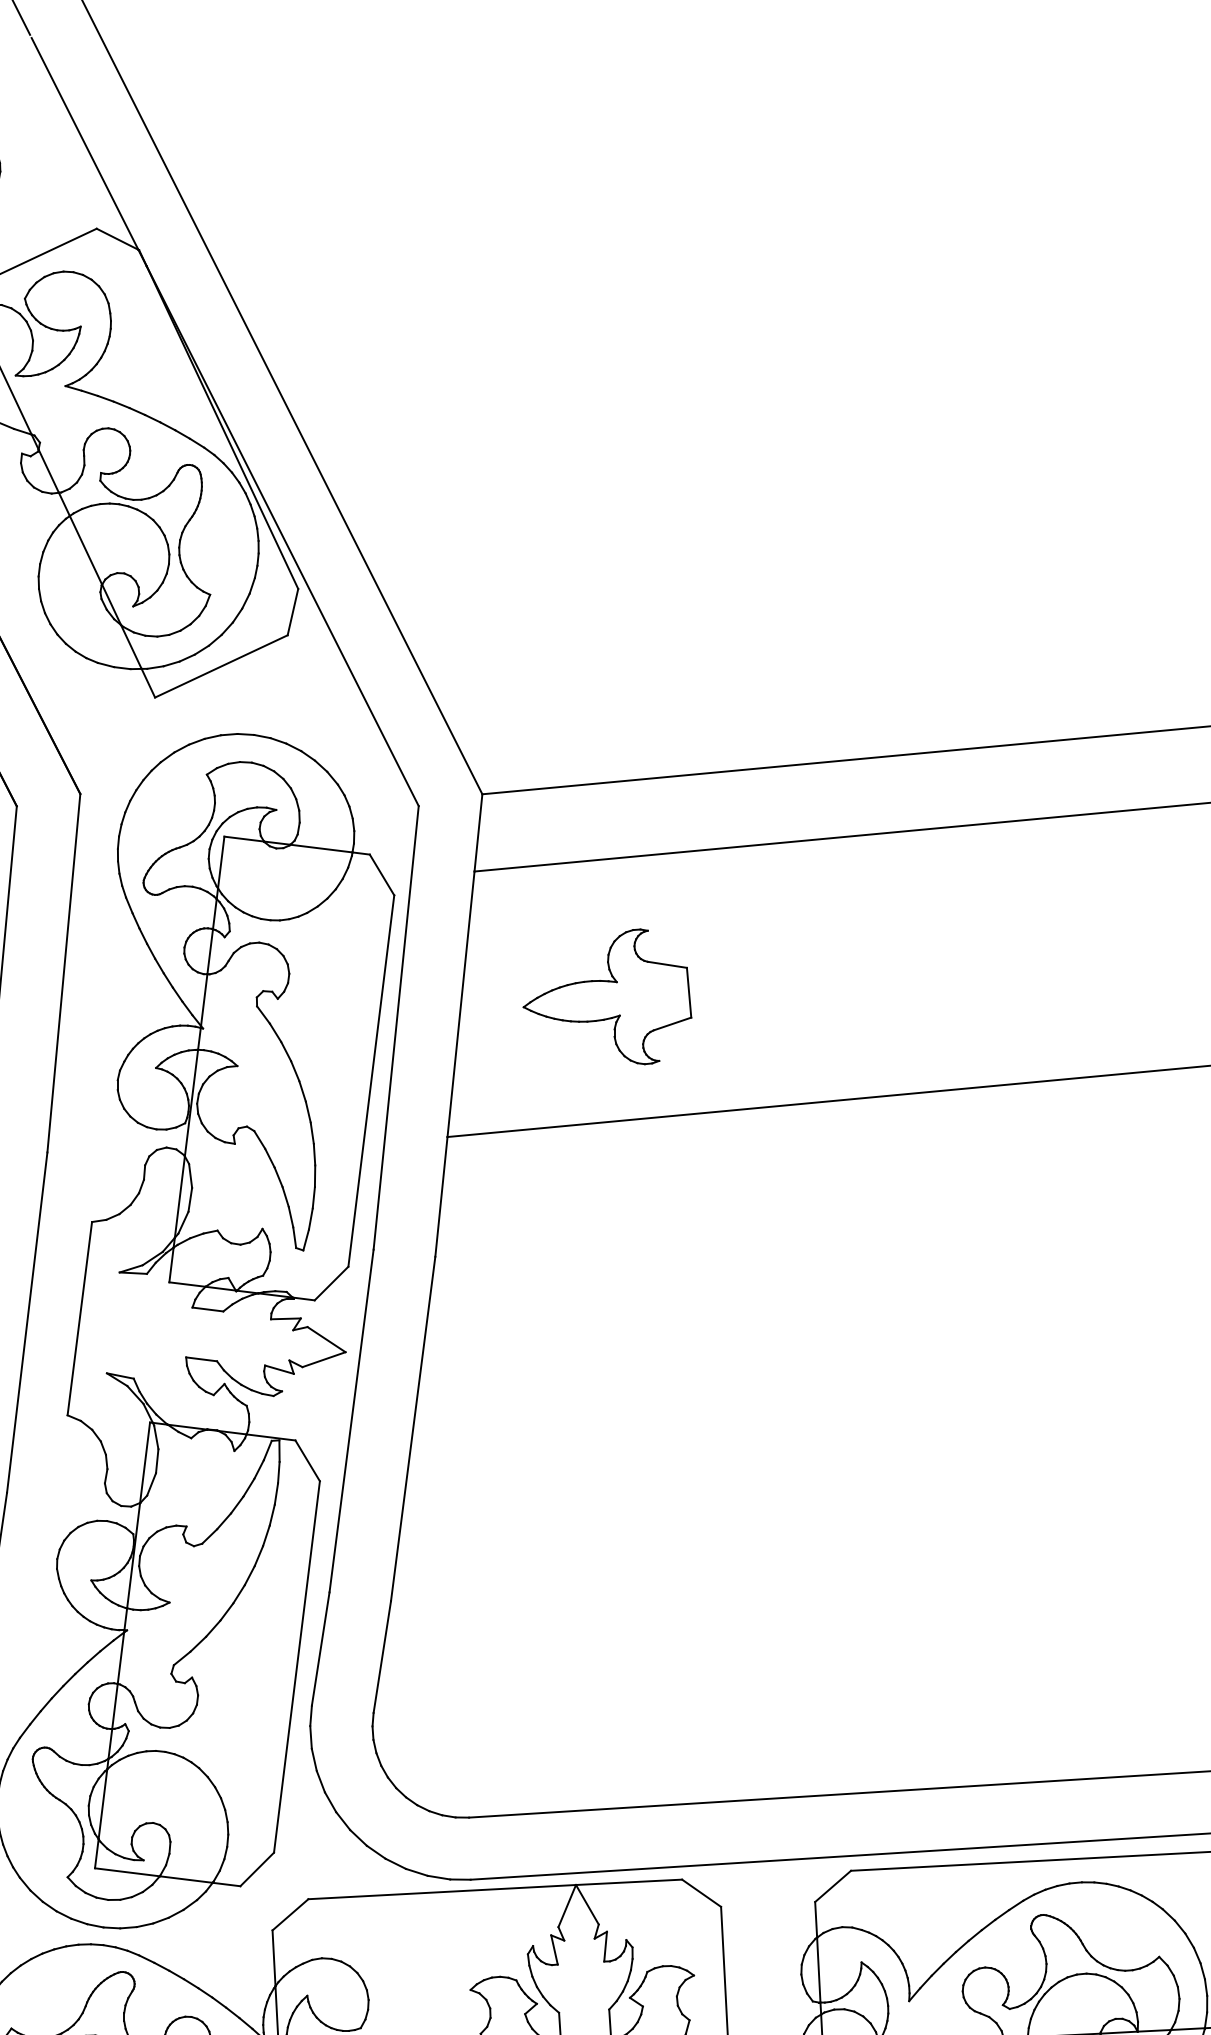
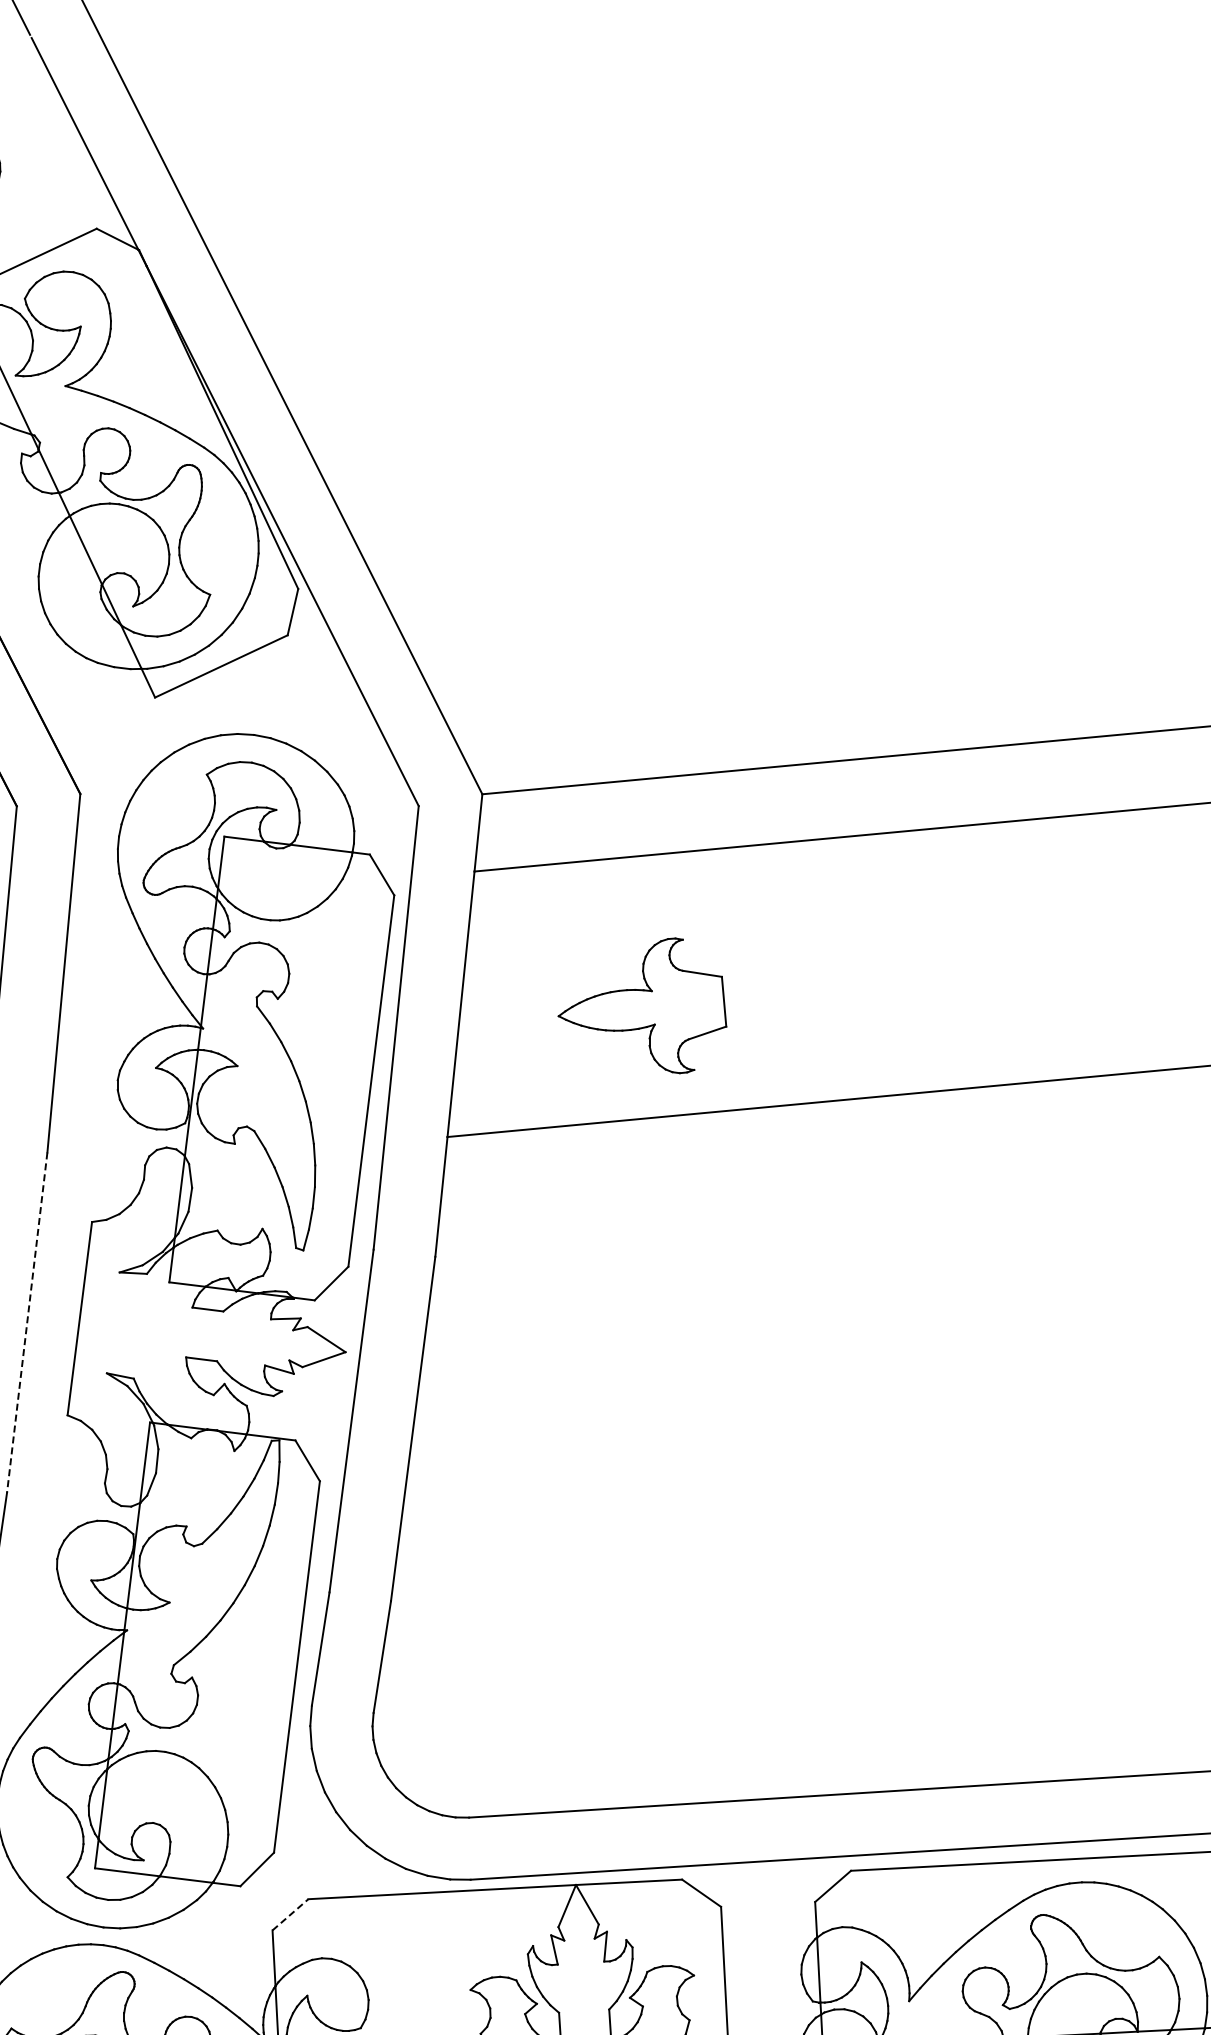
part at (607, 996) position: (607, 996) -> (642, 1005)
line at (27, 1323): solid -> dashed
line at (290, 1914): solid -> dashed
